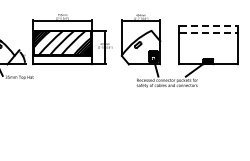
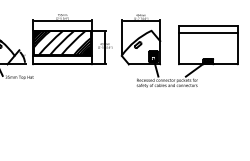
line at (208, 25): dashed -> solid
line at (208, 33): dashed -> solid
